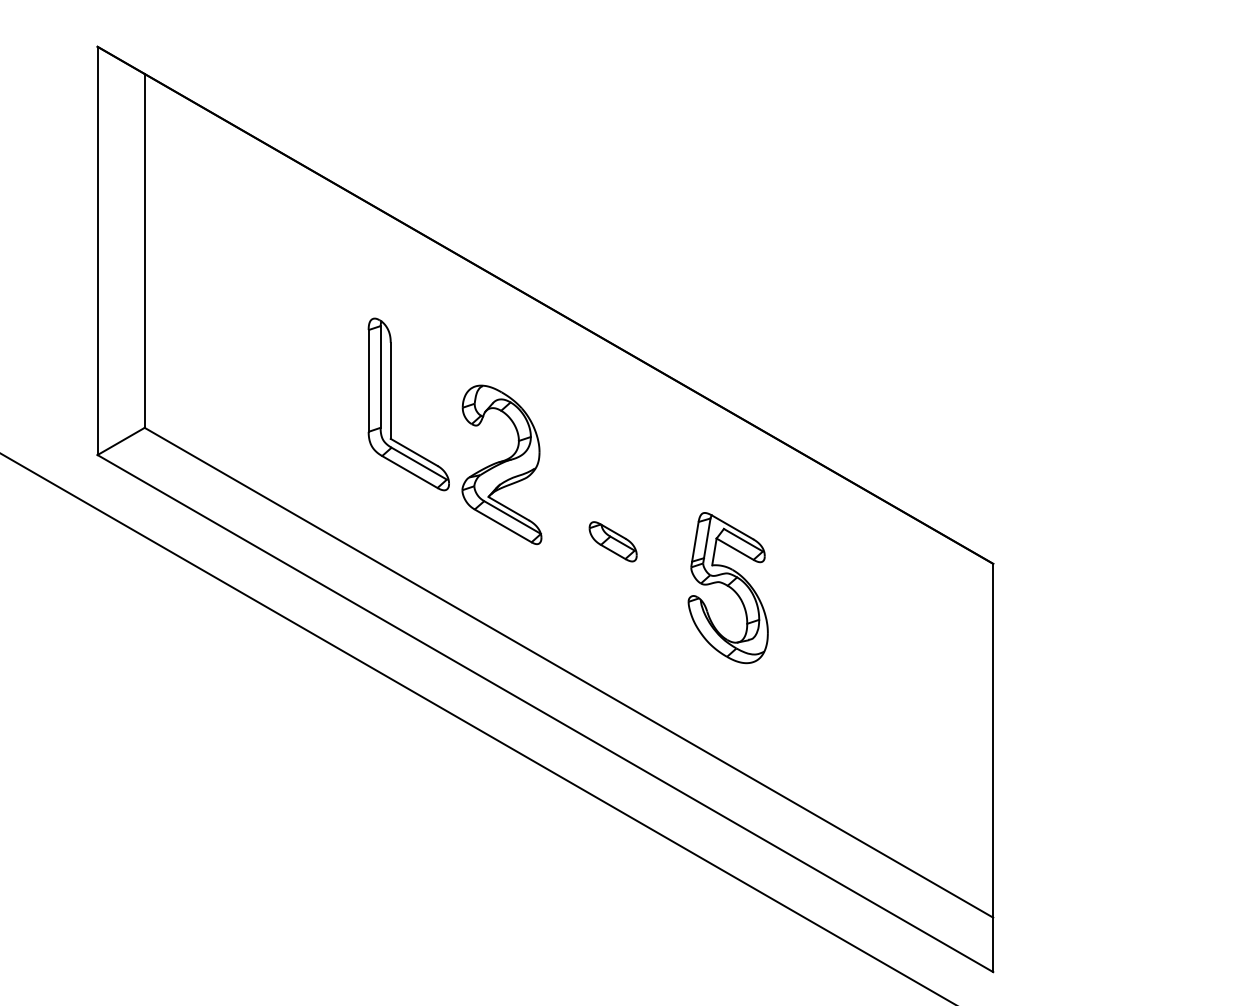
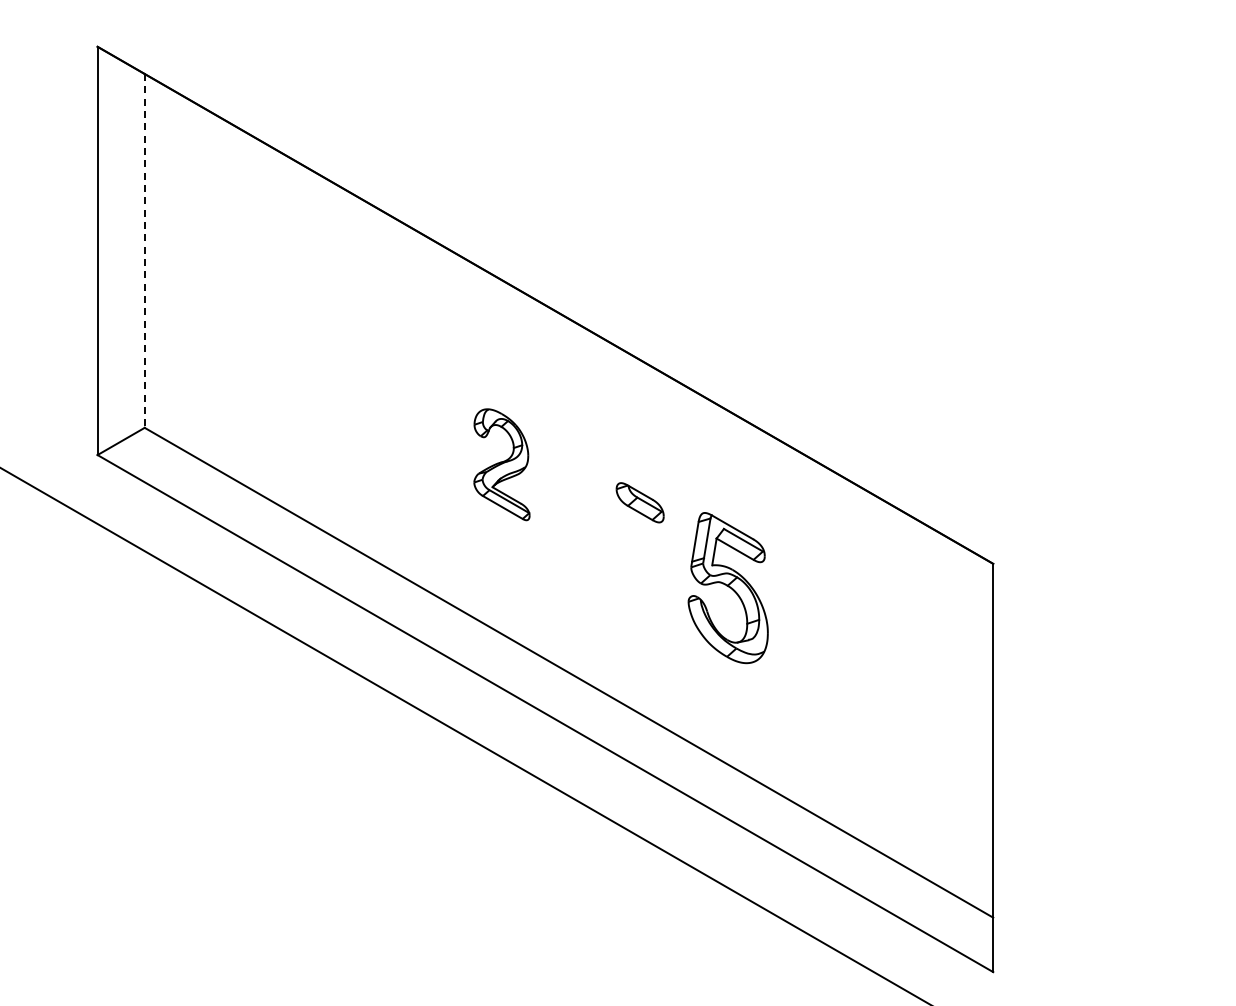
line at (144, 250): solid -> dashed
part at (391, 404): present -> none
part at (501, 464) size: 82x161 px -> 58x114 px
part at (612, 541) position: (612, 541) -> (639, 502)
line at (476, 728) position: (476, 728) -> (464, 735)
